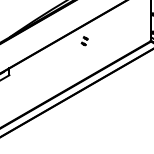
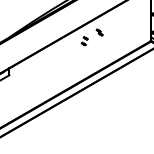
part at (99, 32): none -> present
